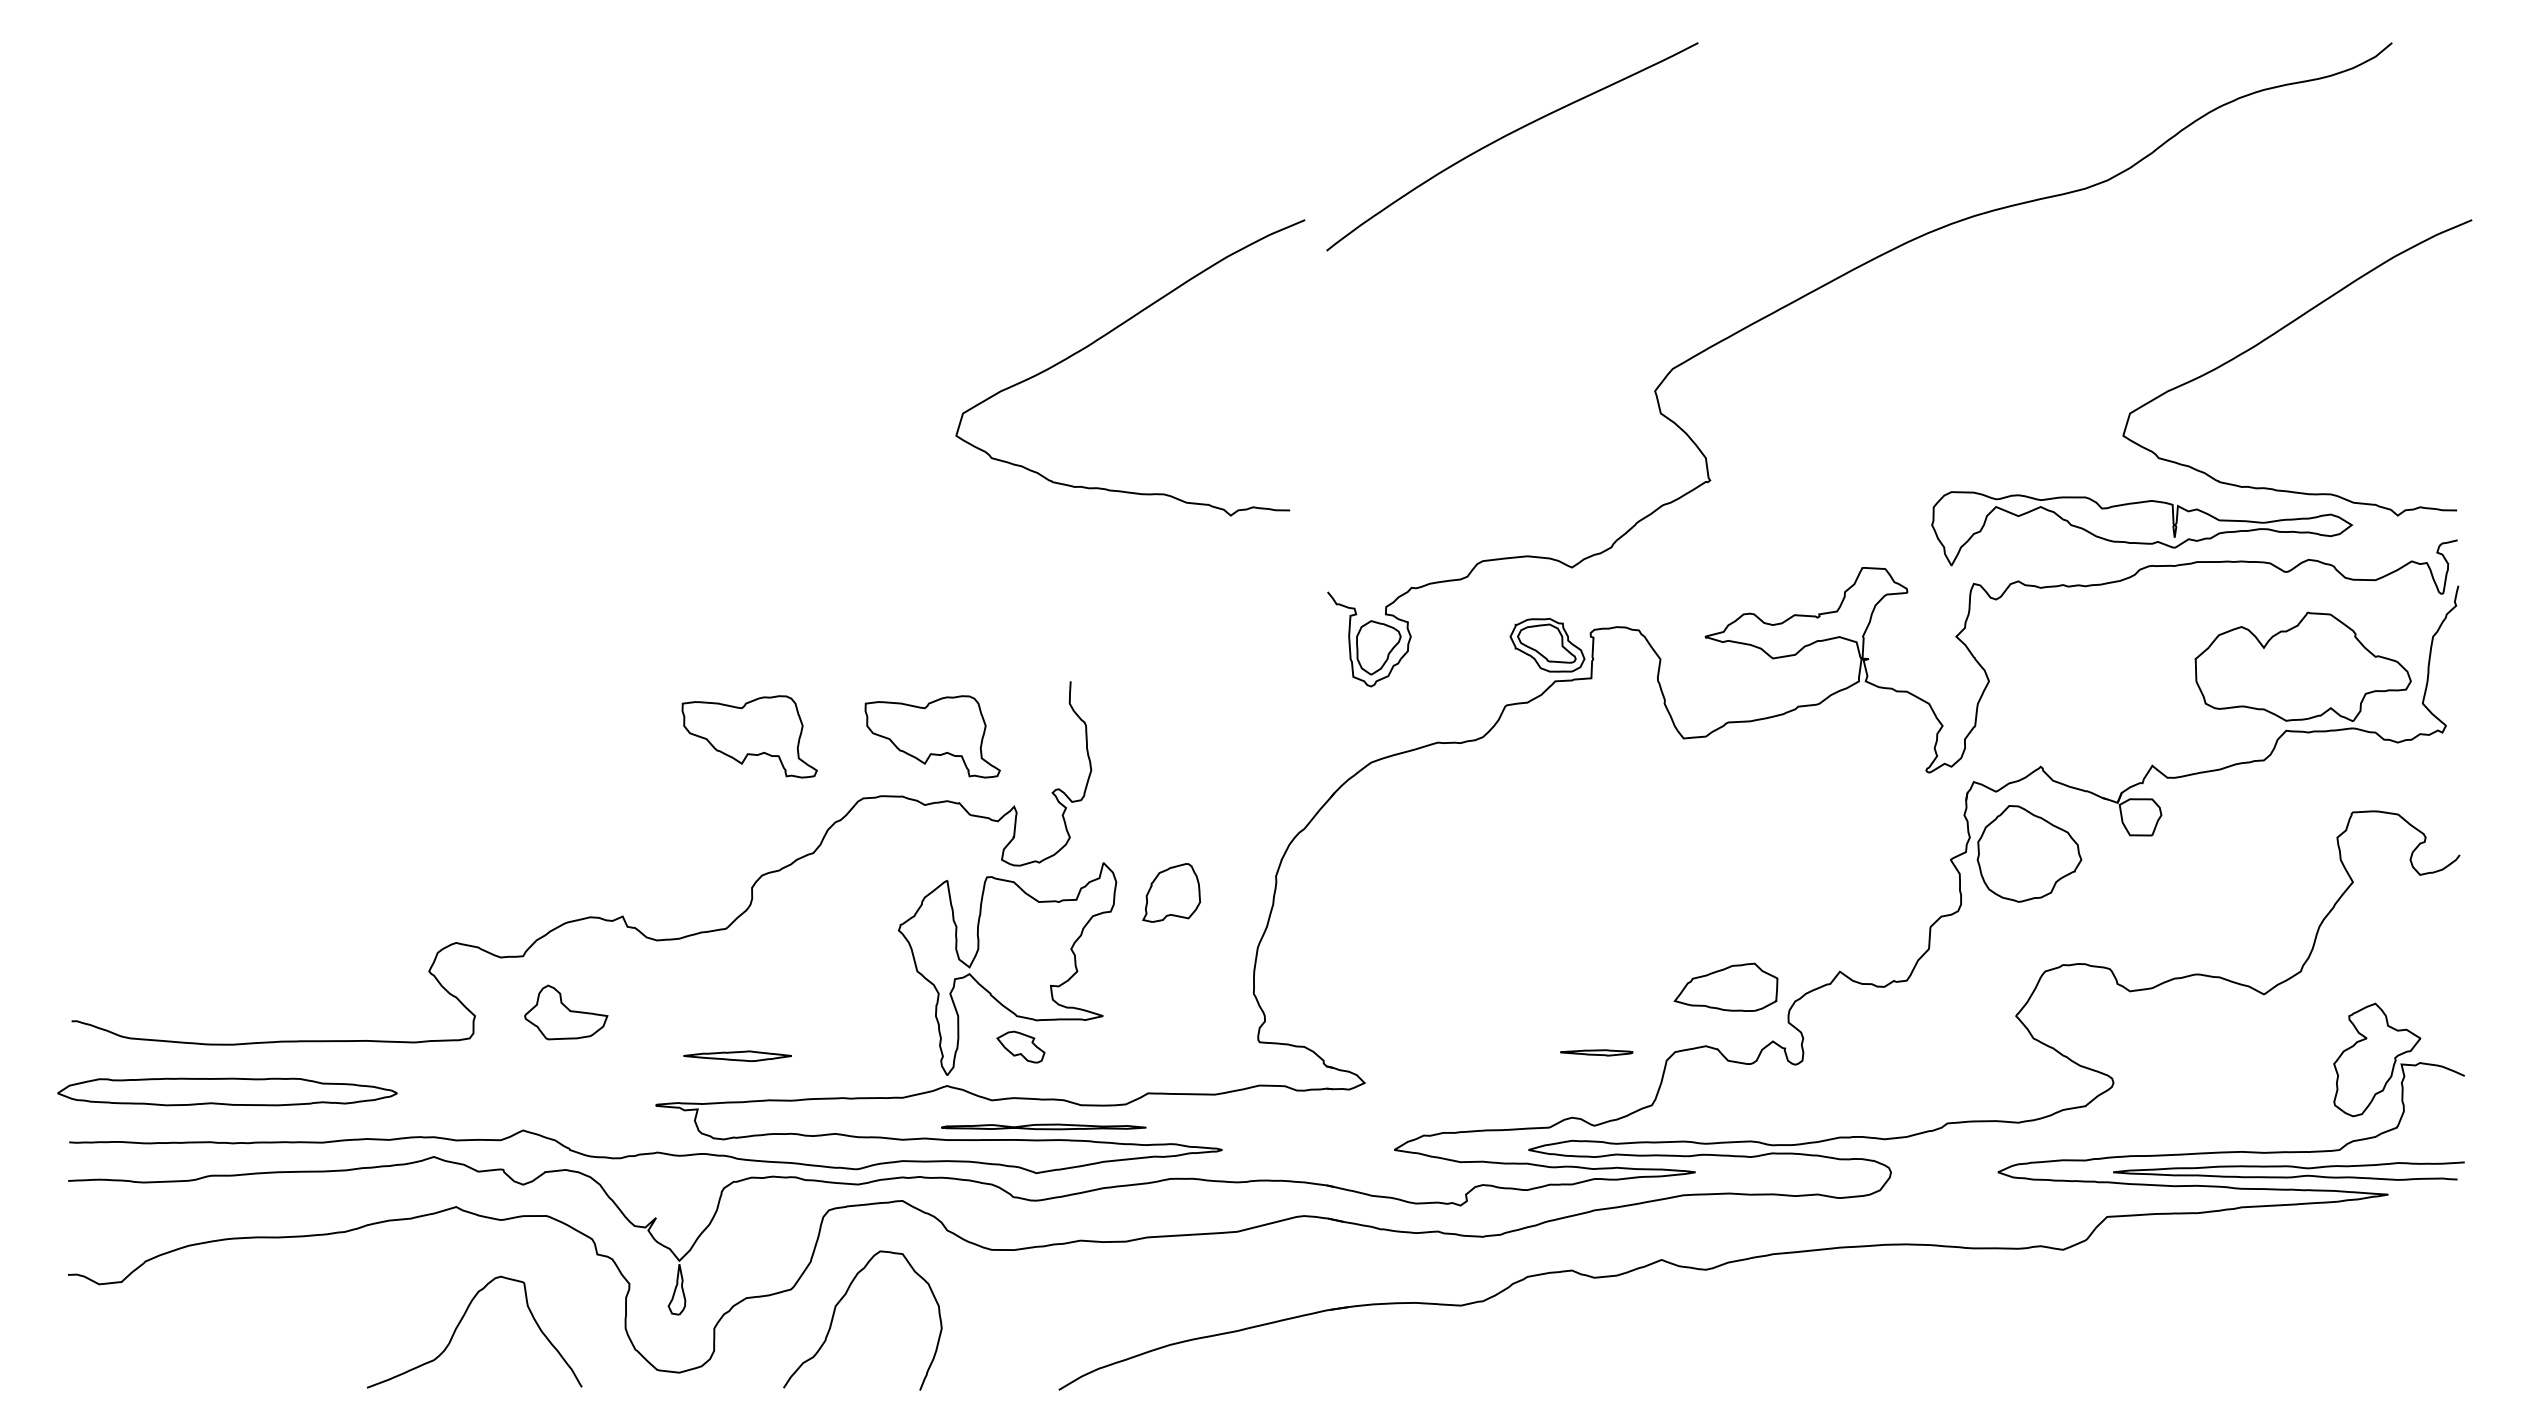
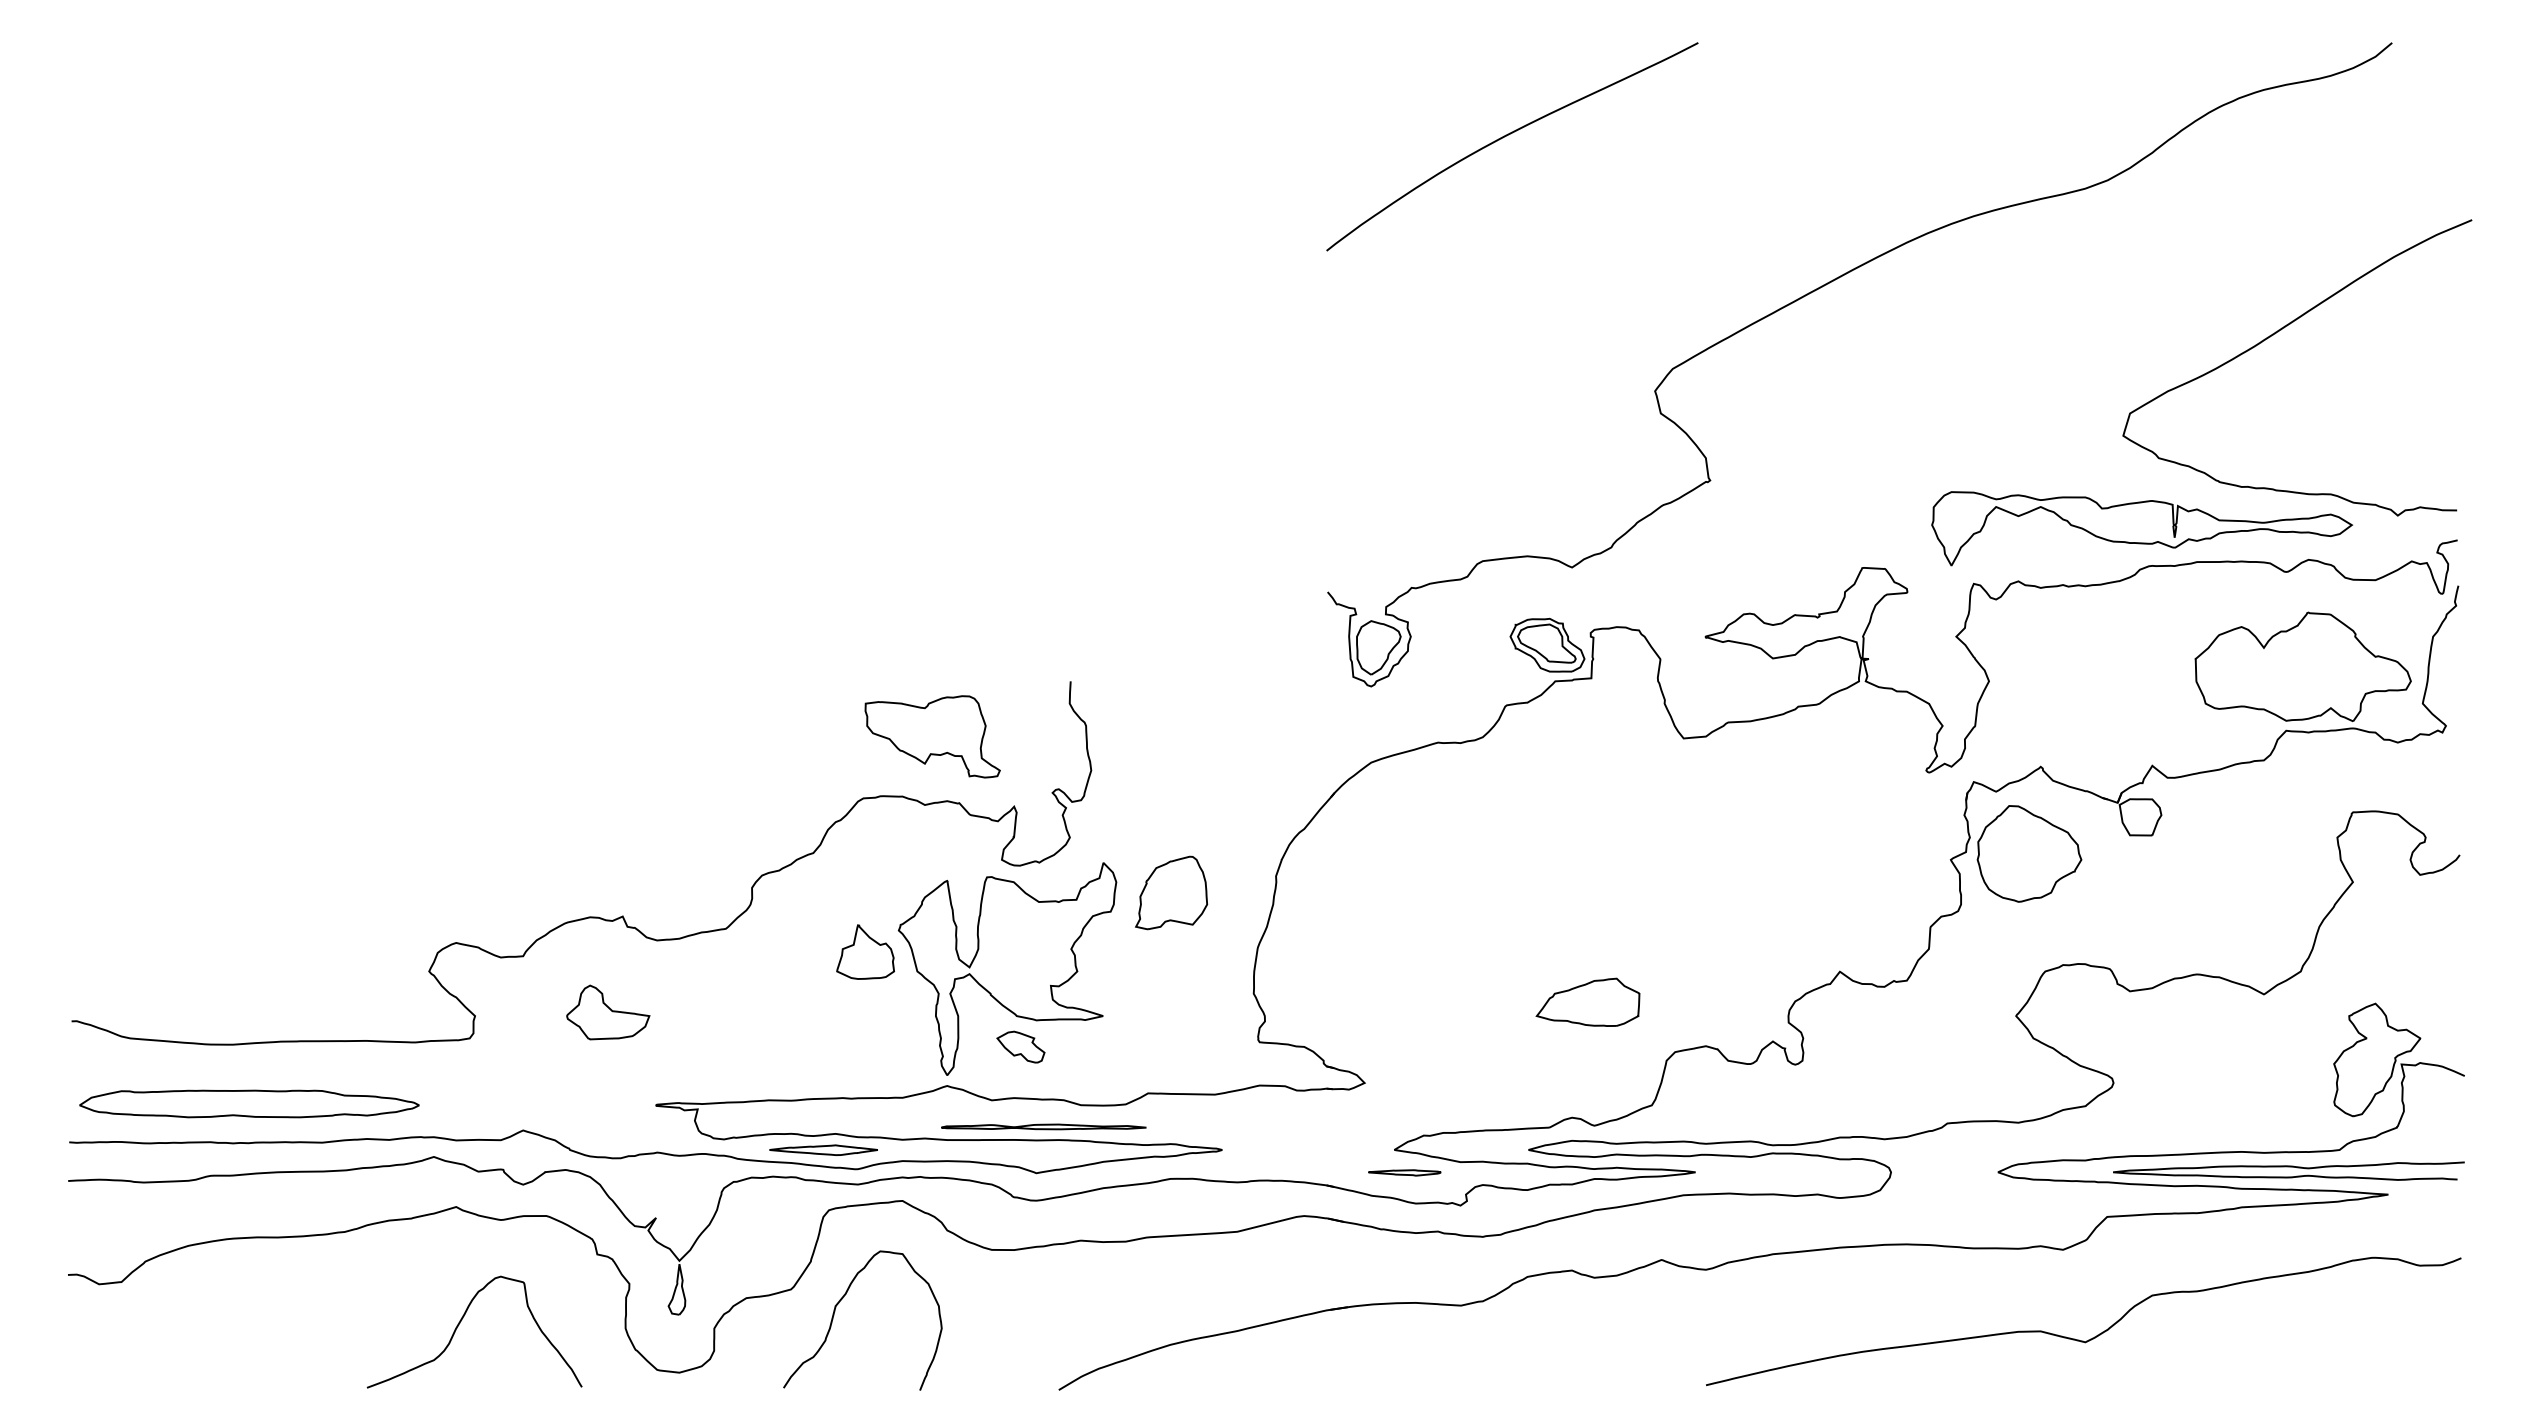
curve at (1108, 334): present -> none
part at (749, 736): present -> none
part at (1171, 892) size: 59x60 px -> 74x76 px
part at (865, 951): none -> present
part at (1725, 986) position: (1725, 986) -> (1587, 1001)
part at (566, 1012) position: (566, 1012) -> (608, 1012)
part at (1596, 1052) position: (1596, 1052) -> (1404, 1172)
part at (737, 1055) position: (737, 1055) -> (823, 1149)
part at (227, 1091) position: (227, 1091) -> (249, 1103)
curve at (2092, 1337): none -> present
